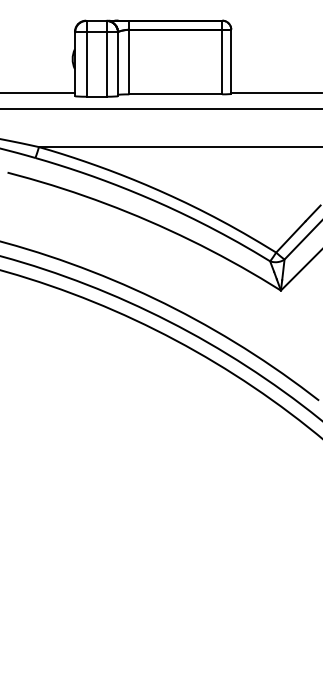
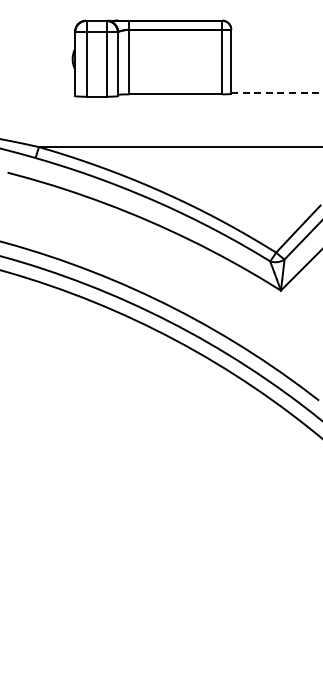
line at (38, 93): present -> none
line at (277, 93): solid -> dashed
line at (160, 108): present -> none
